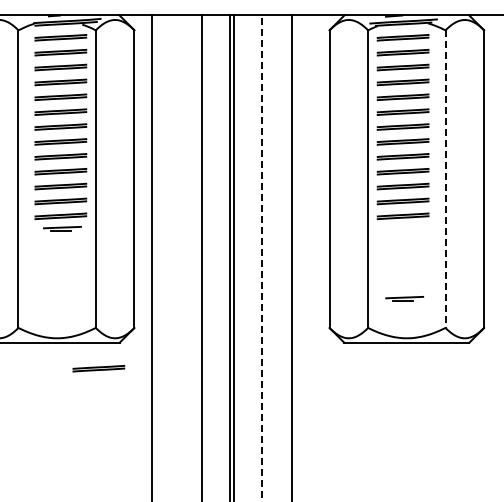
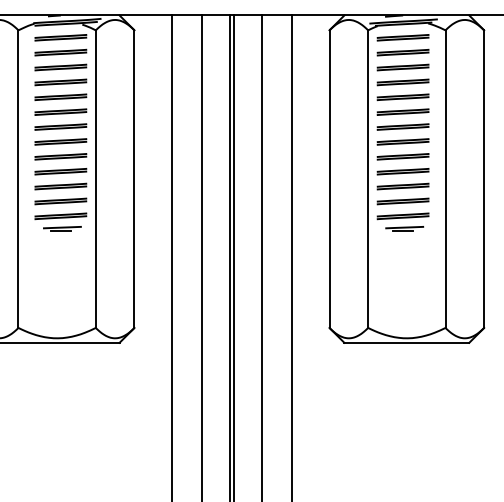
line at (445, 179): dashed -> solid
line at (152, 256) position: (152, 256) -> (172, 256)
line at (261, 258): dashed -> solid
part at (404, 298) position: (404, 298) -> (404, 228)
part at (98, 368): present -> none
